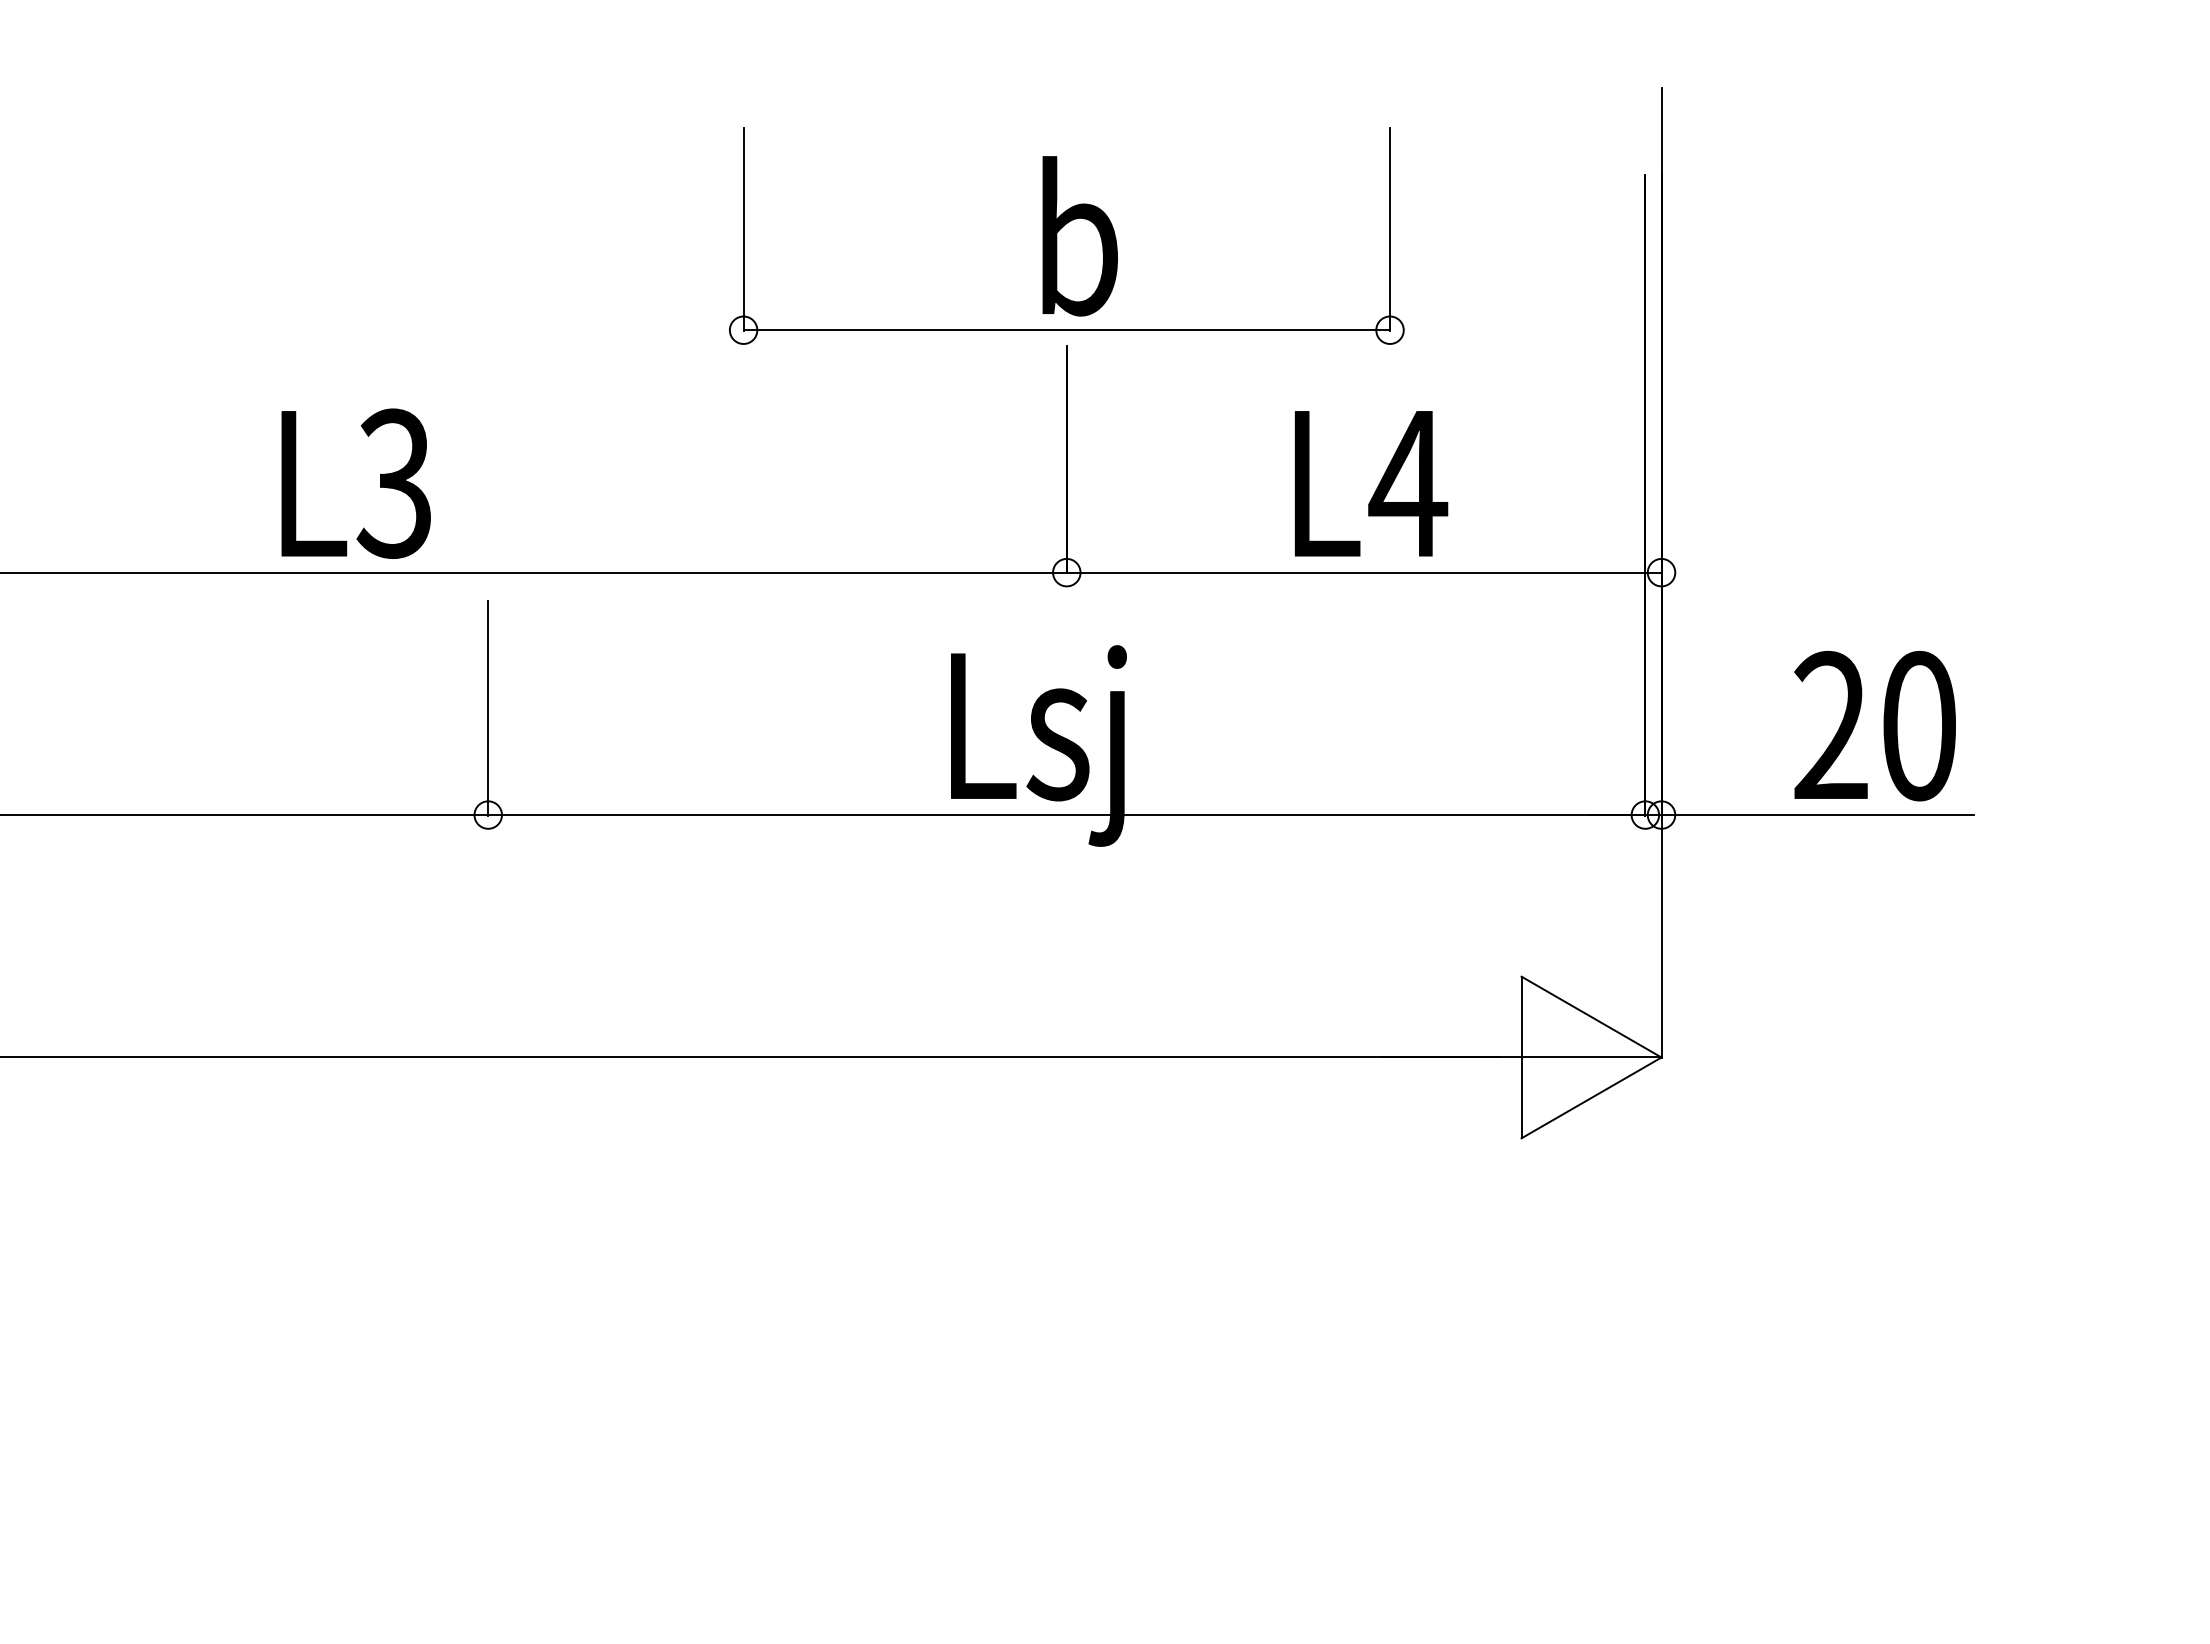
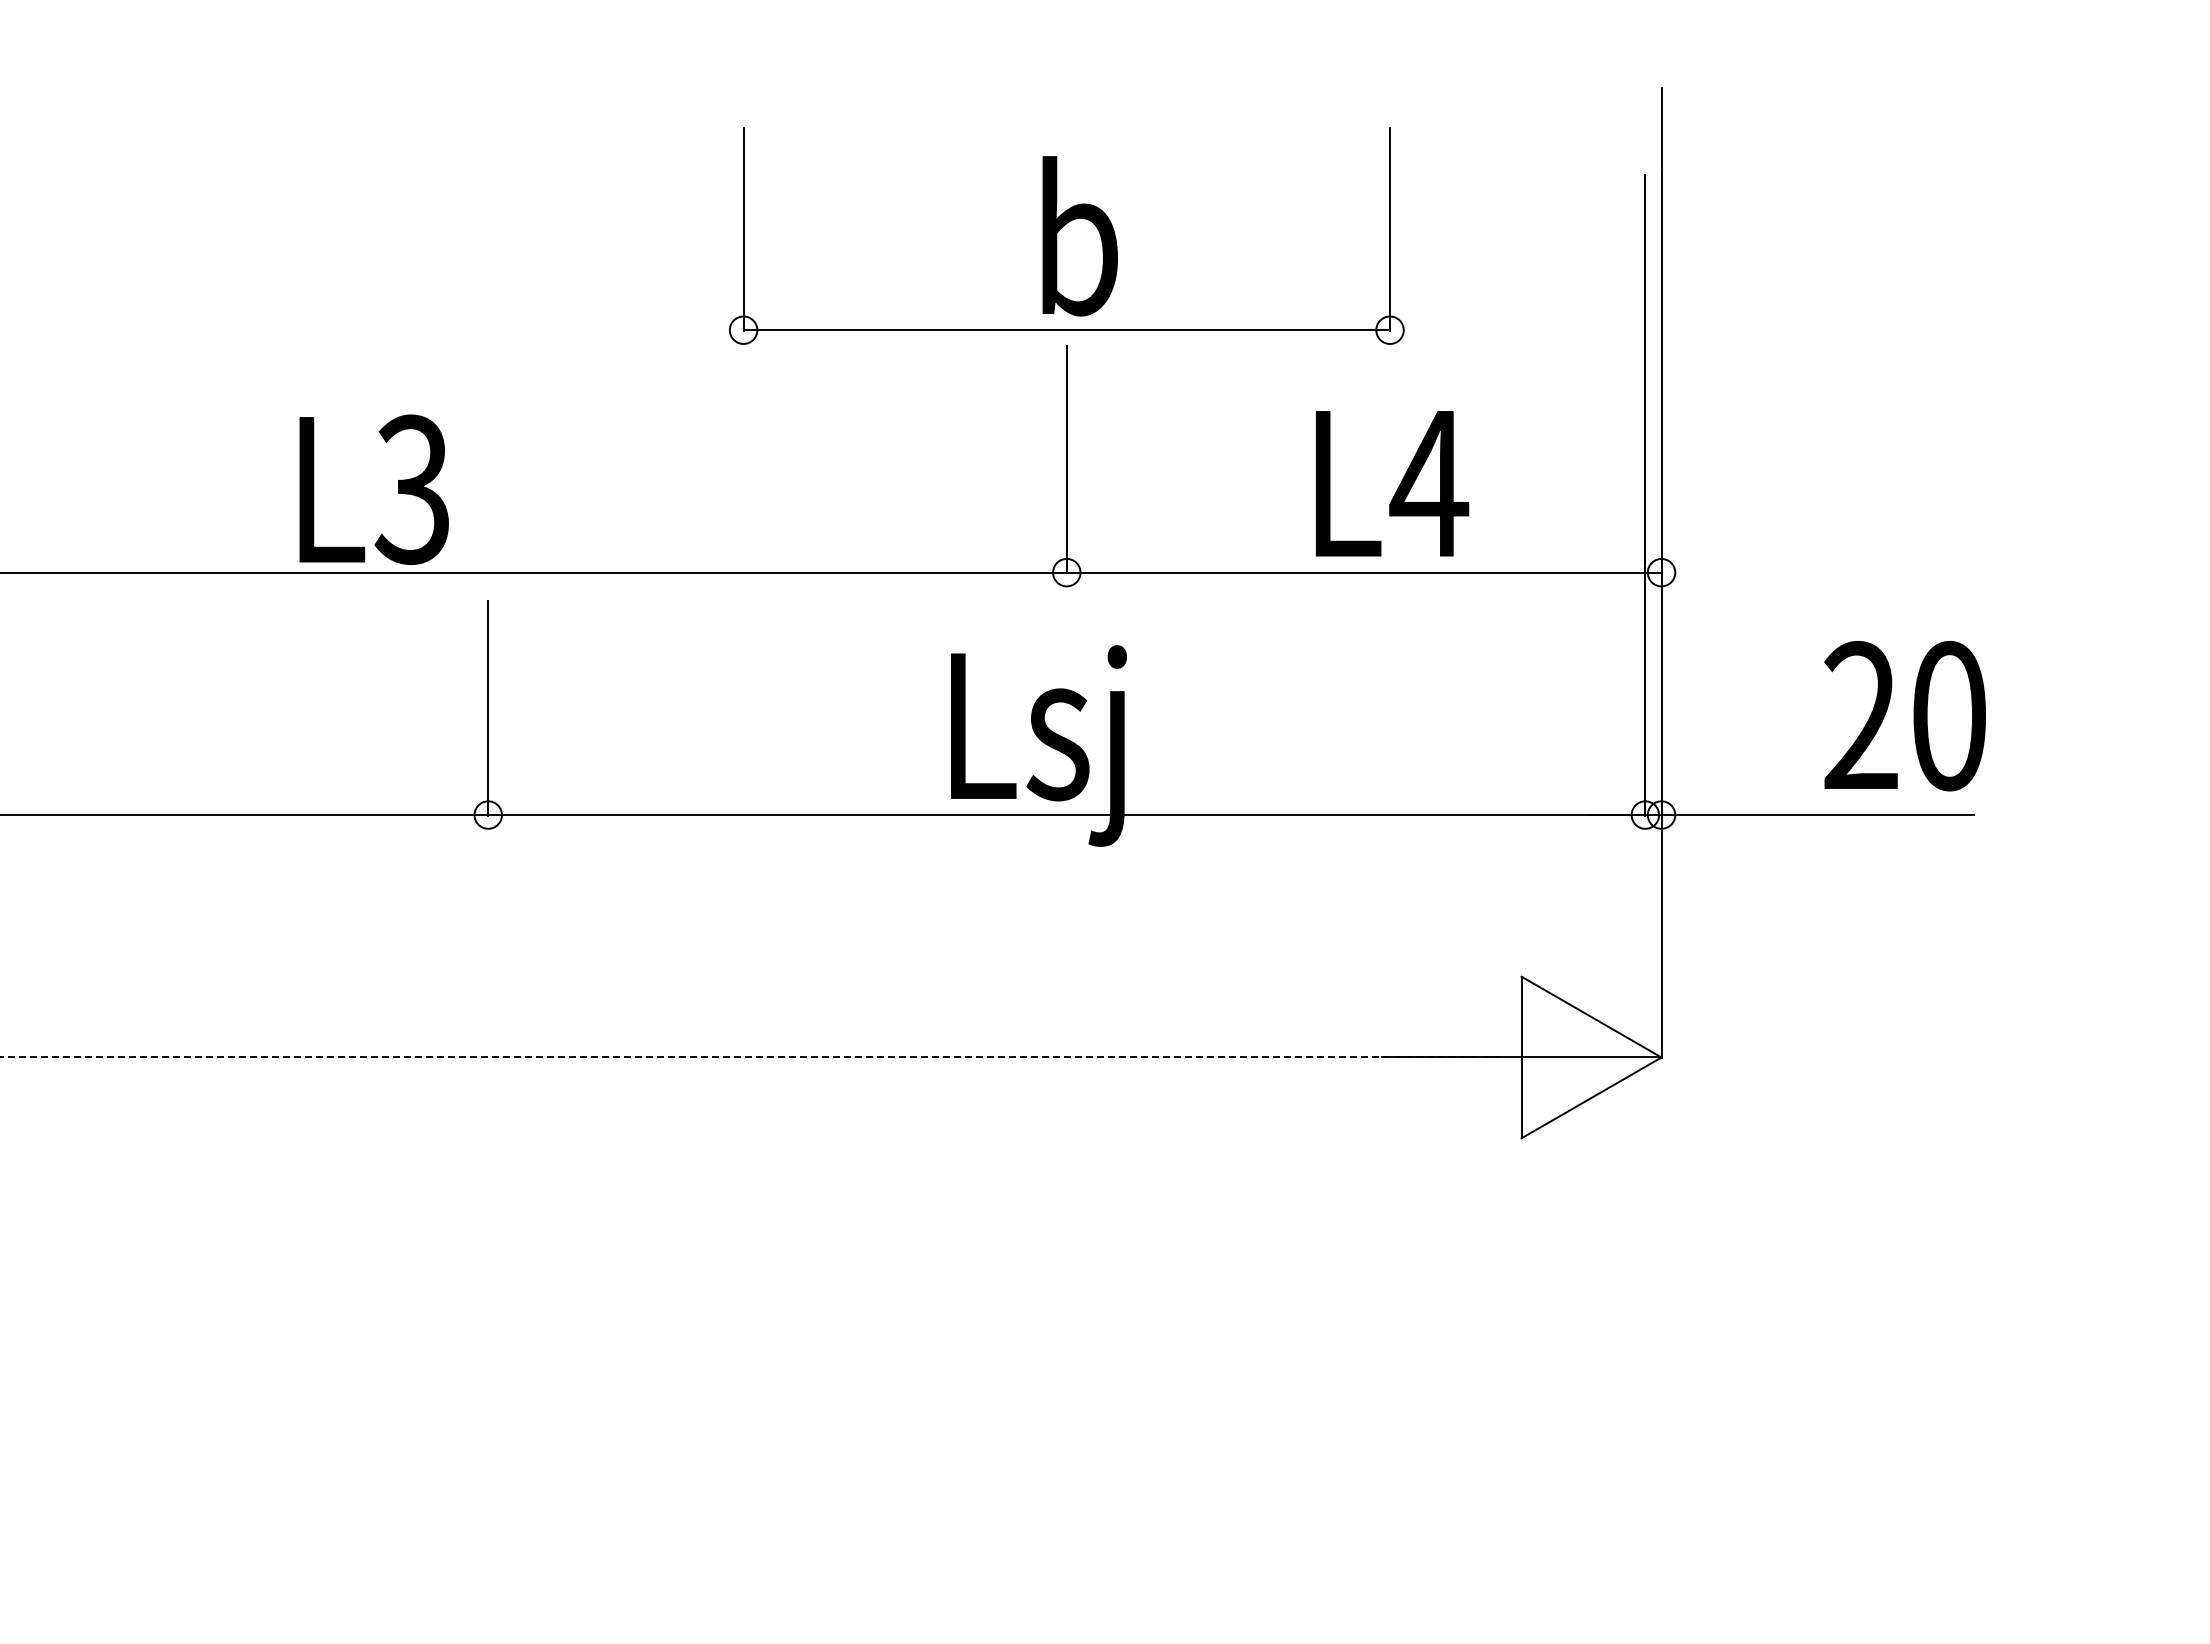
text at (355, 483) position: (355, 483) -> (373, 489)
text at (1371, 483) position: (1371, 483) -> (1392, 483)
text at (1874, 726) position: (1874, 726) -> (1904, 716)
line at (750, 1057): solid -> dashed
